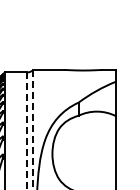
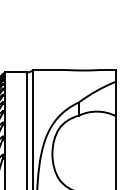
line at (33, 129): dashed -> solid
line at (27, 131): dashed -> solid
